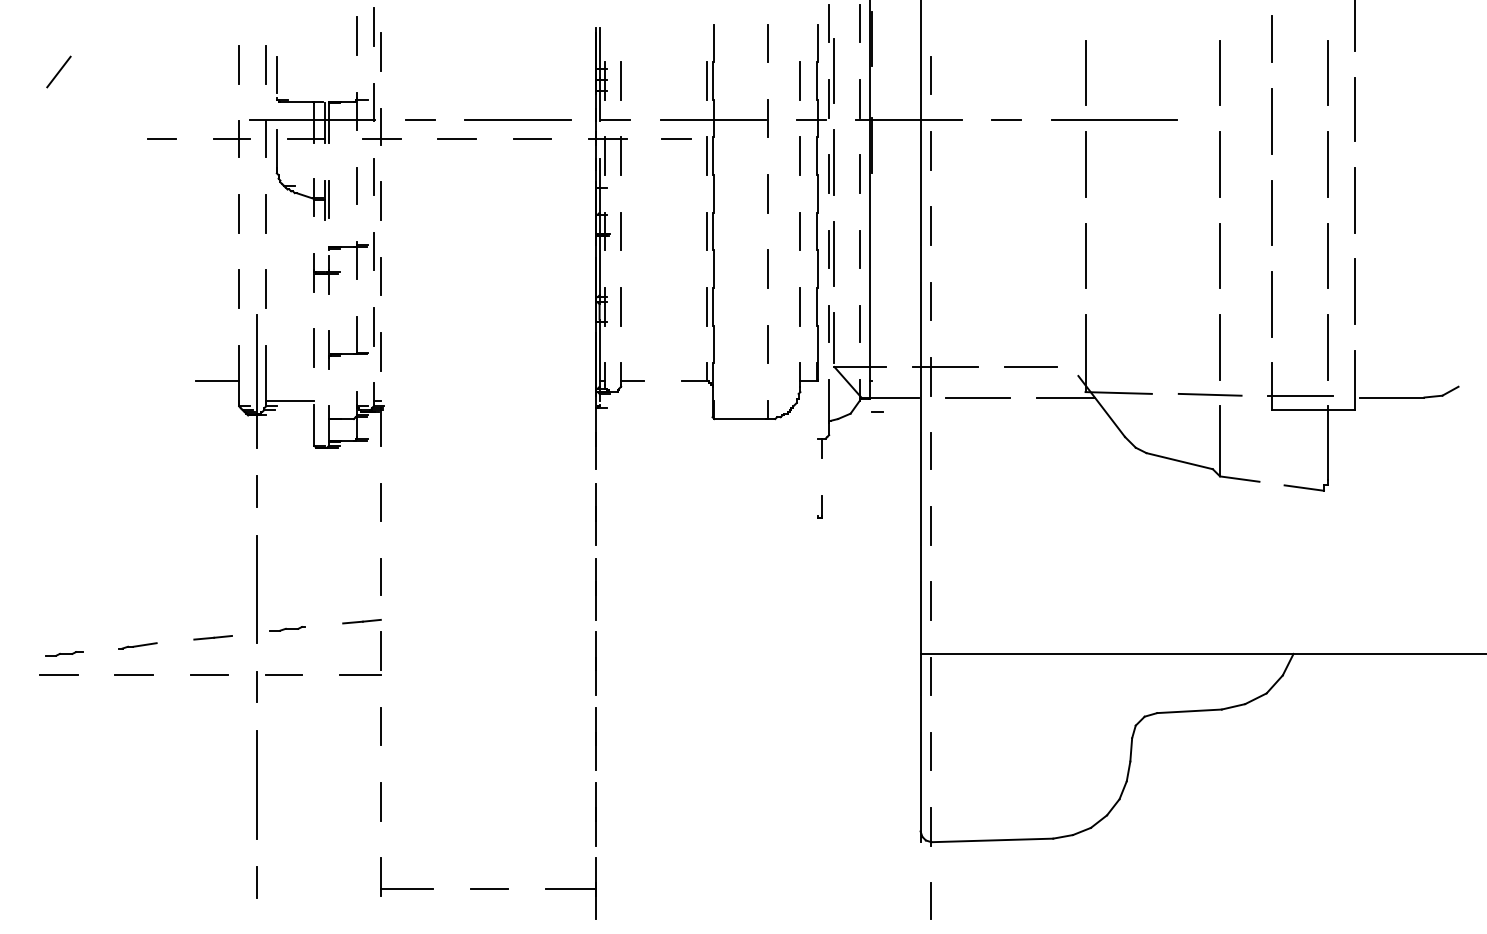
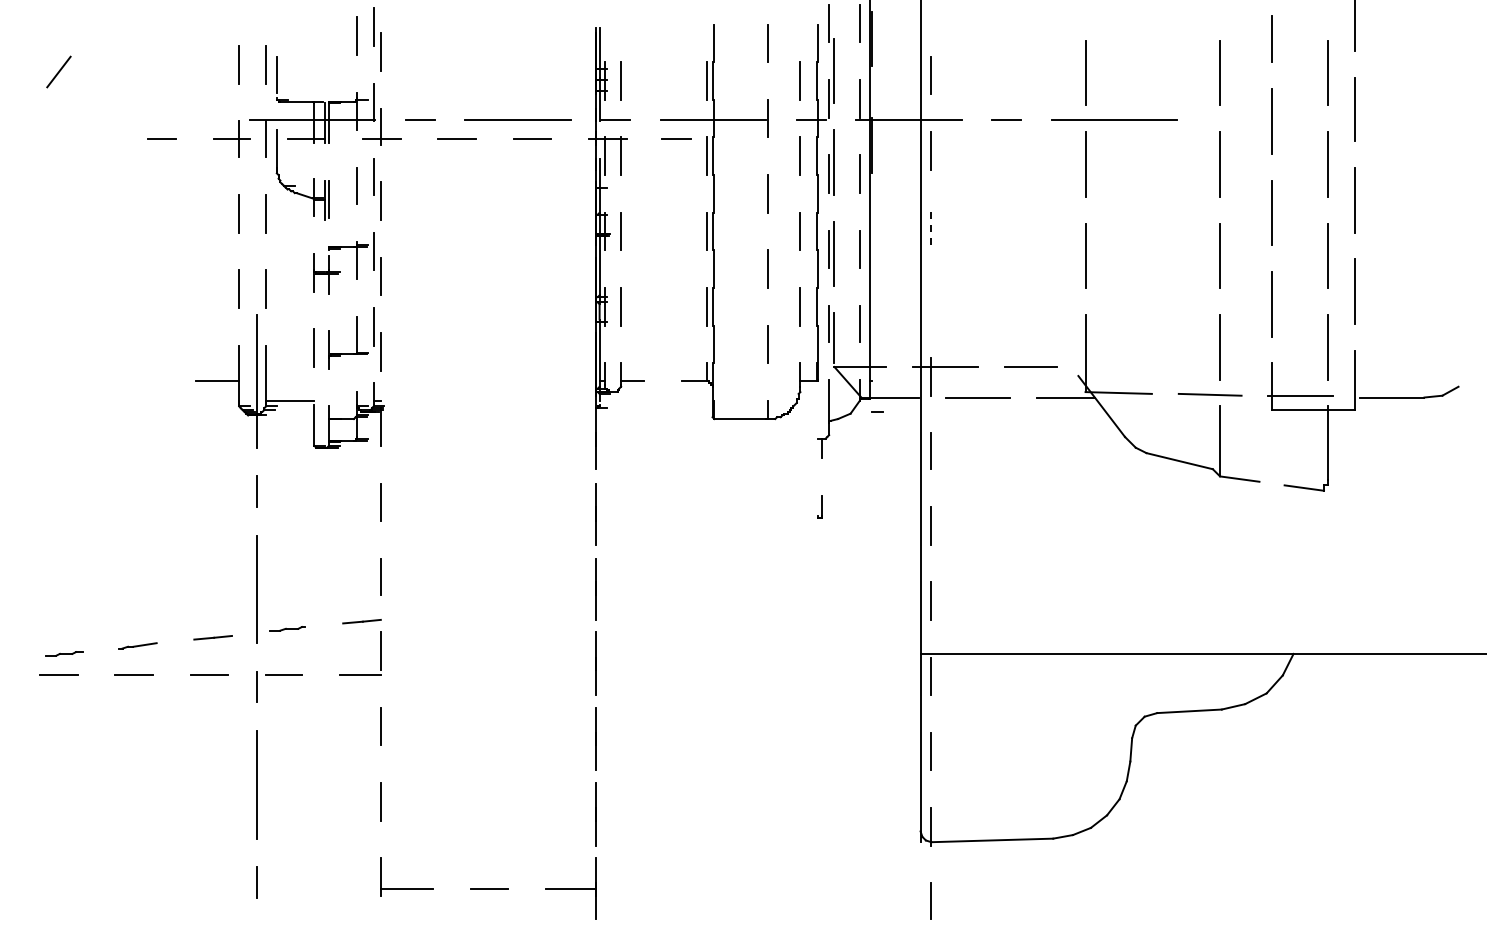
line at (931, 226): solid -> dashed
line at (931, 301): present -> none
